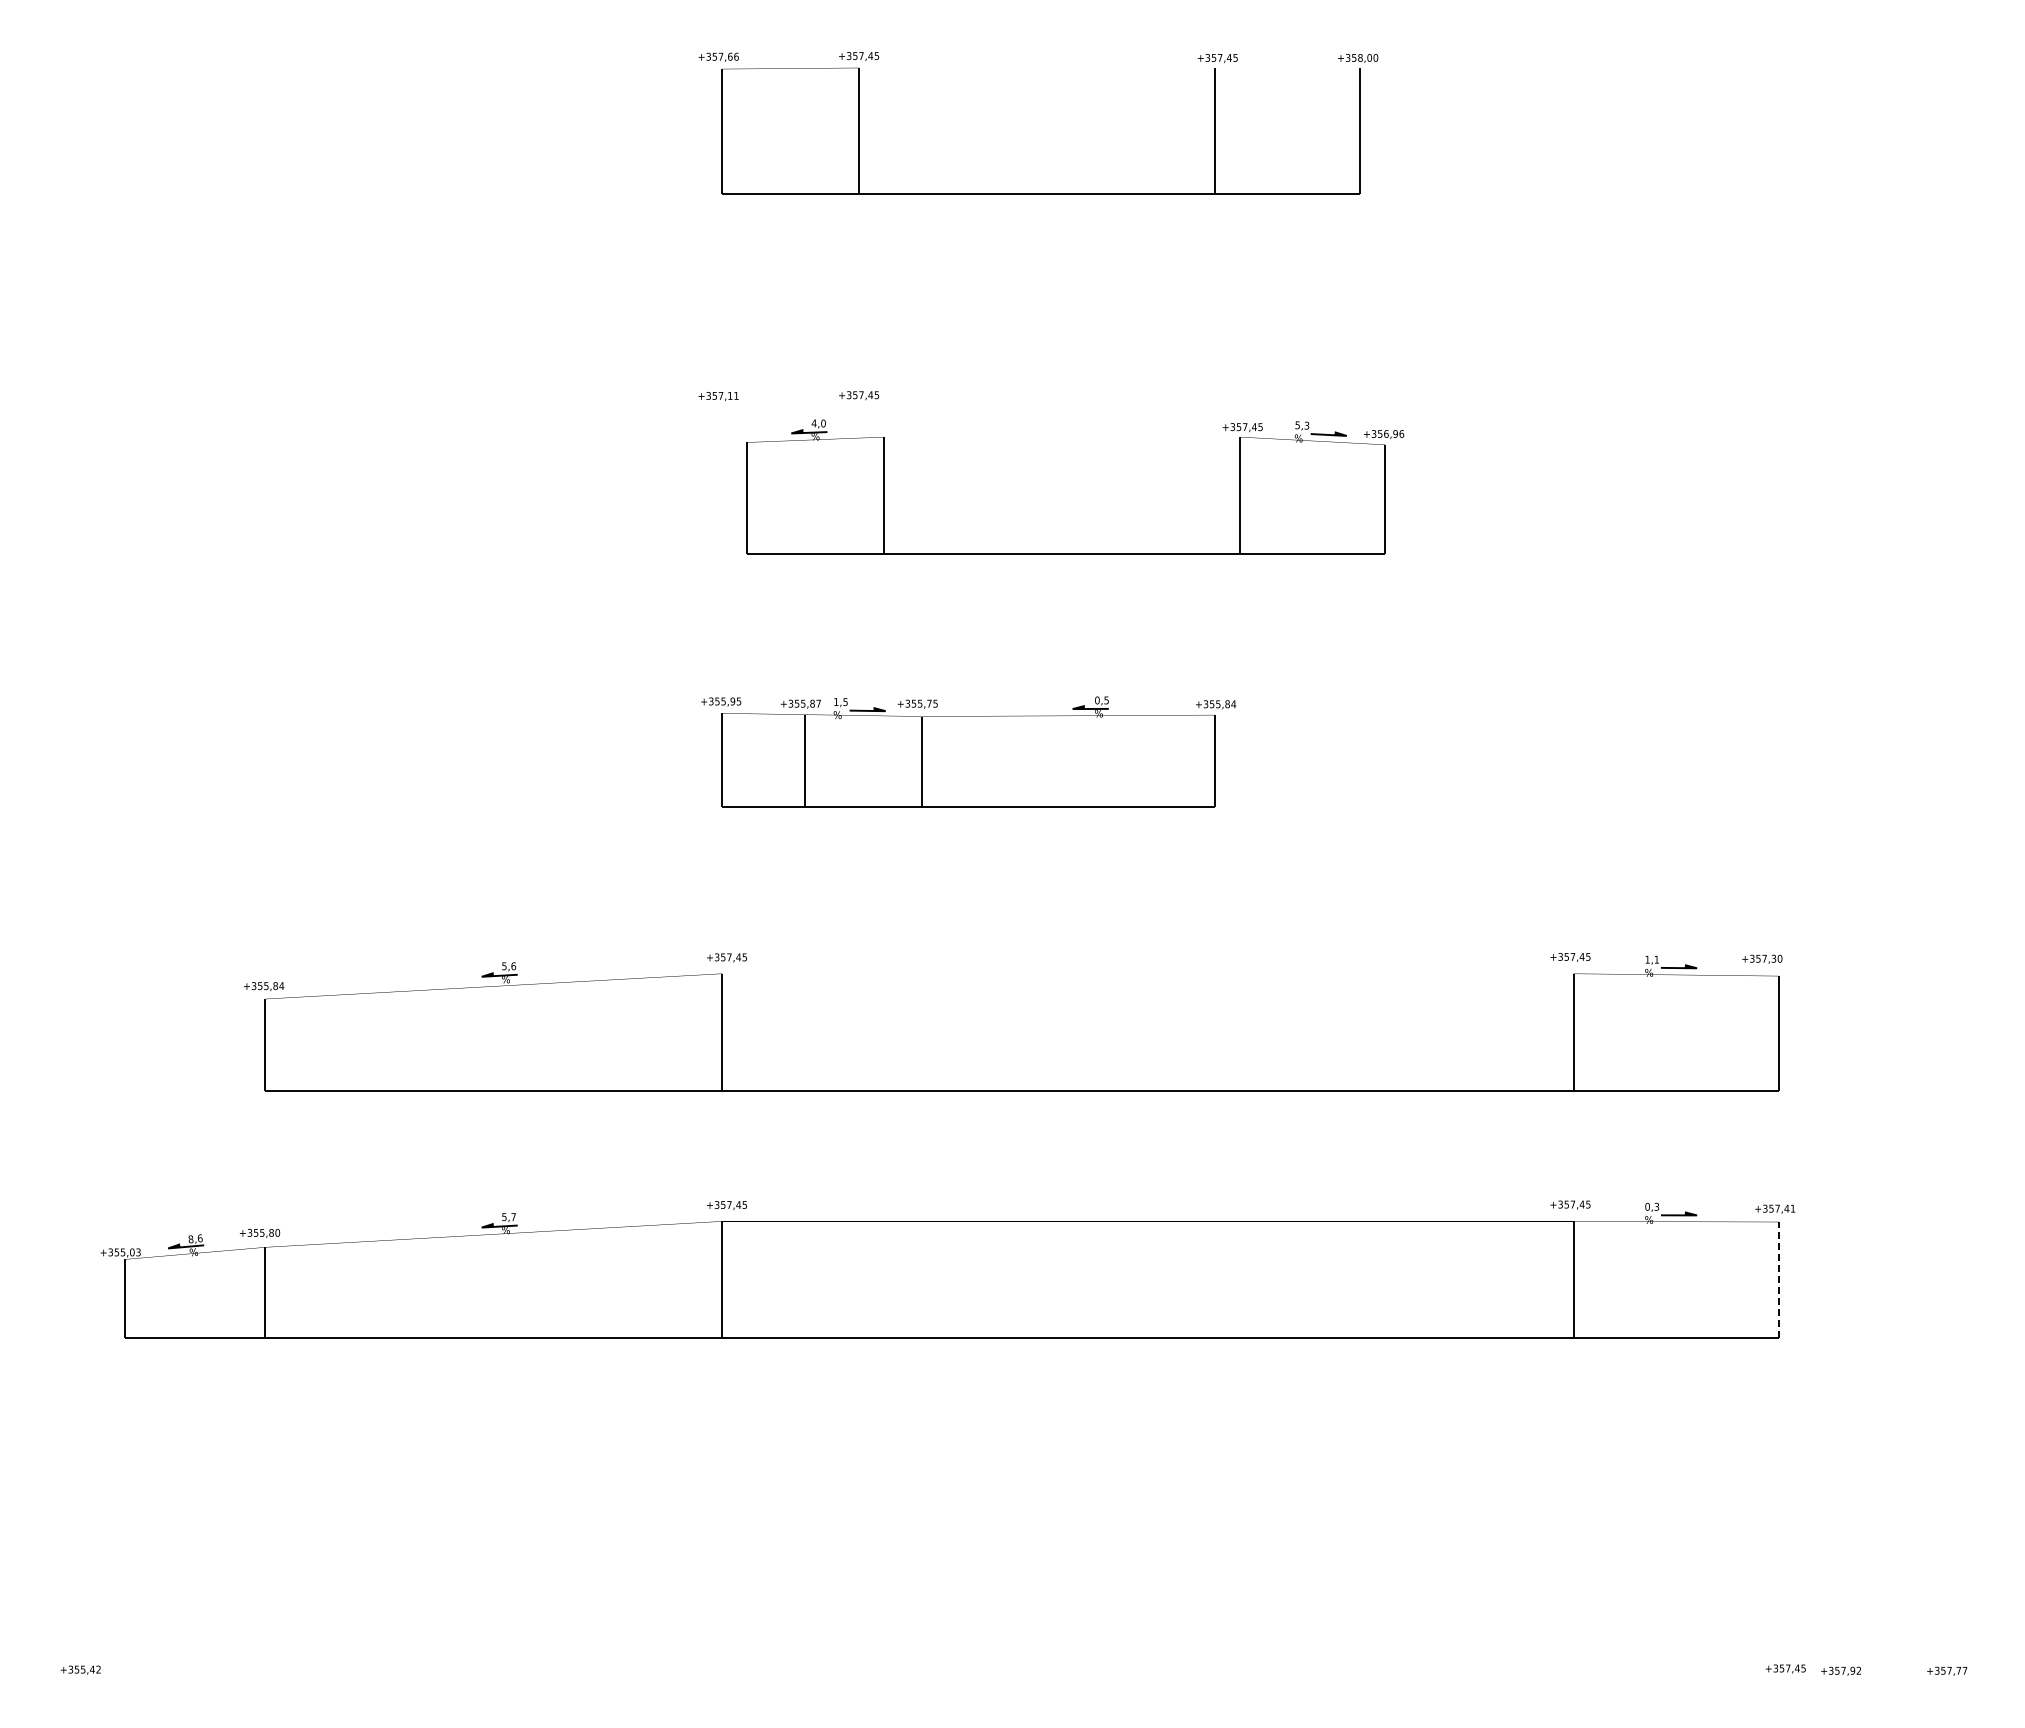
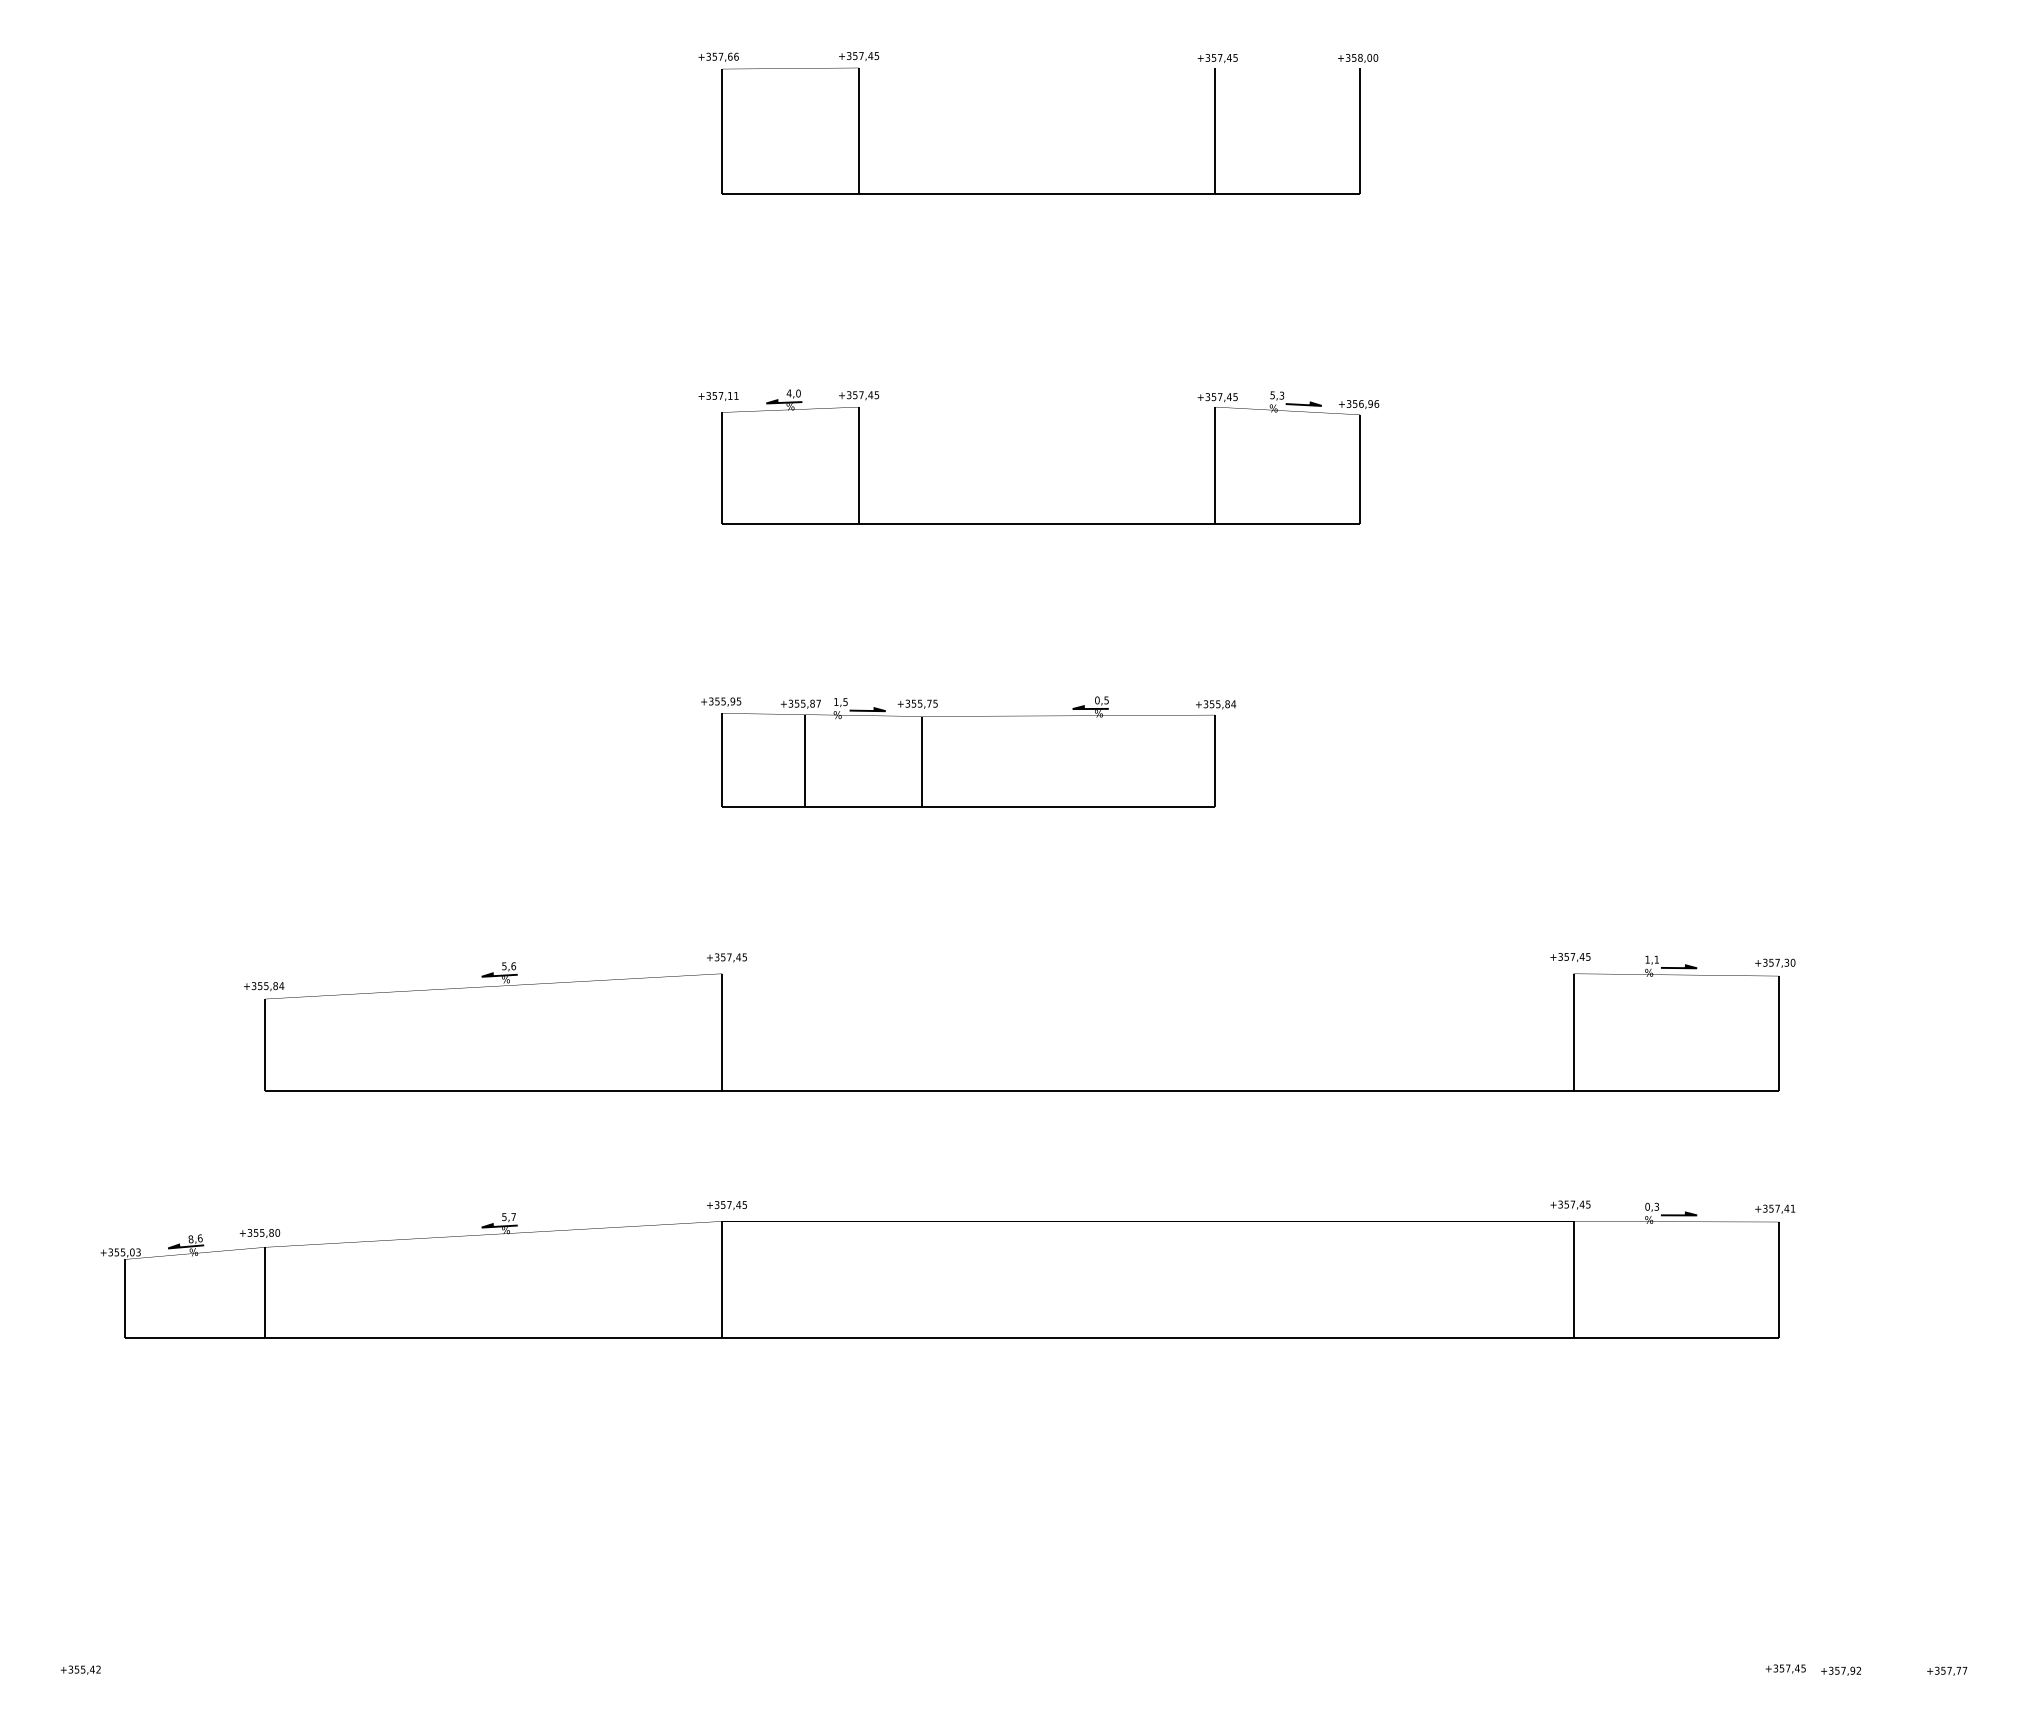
part at (1075, 553) position: (1075, 553) -> (1050, 523)
text at (1762, 958) position: (1762, 958) -> (1775, 962)
line at (1779, 1279): dashed -> solid
